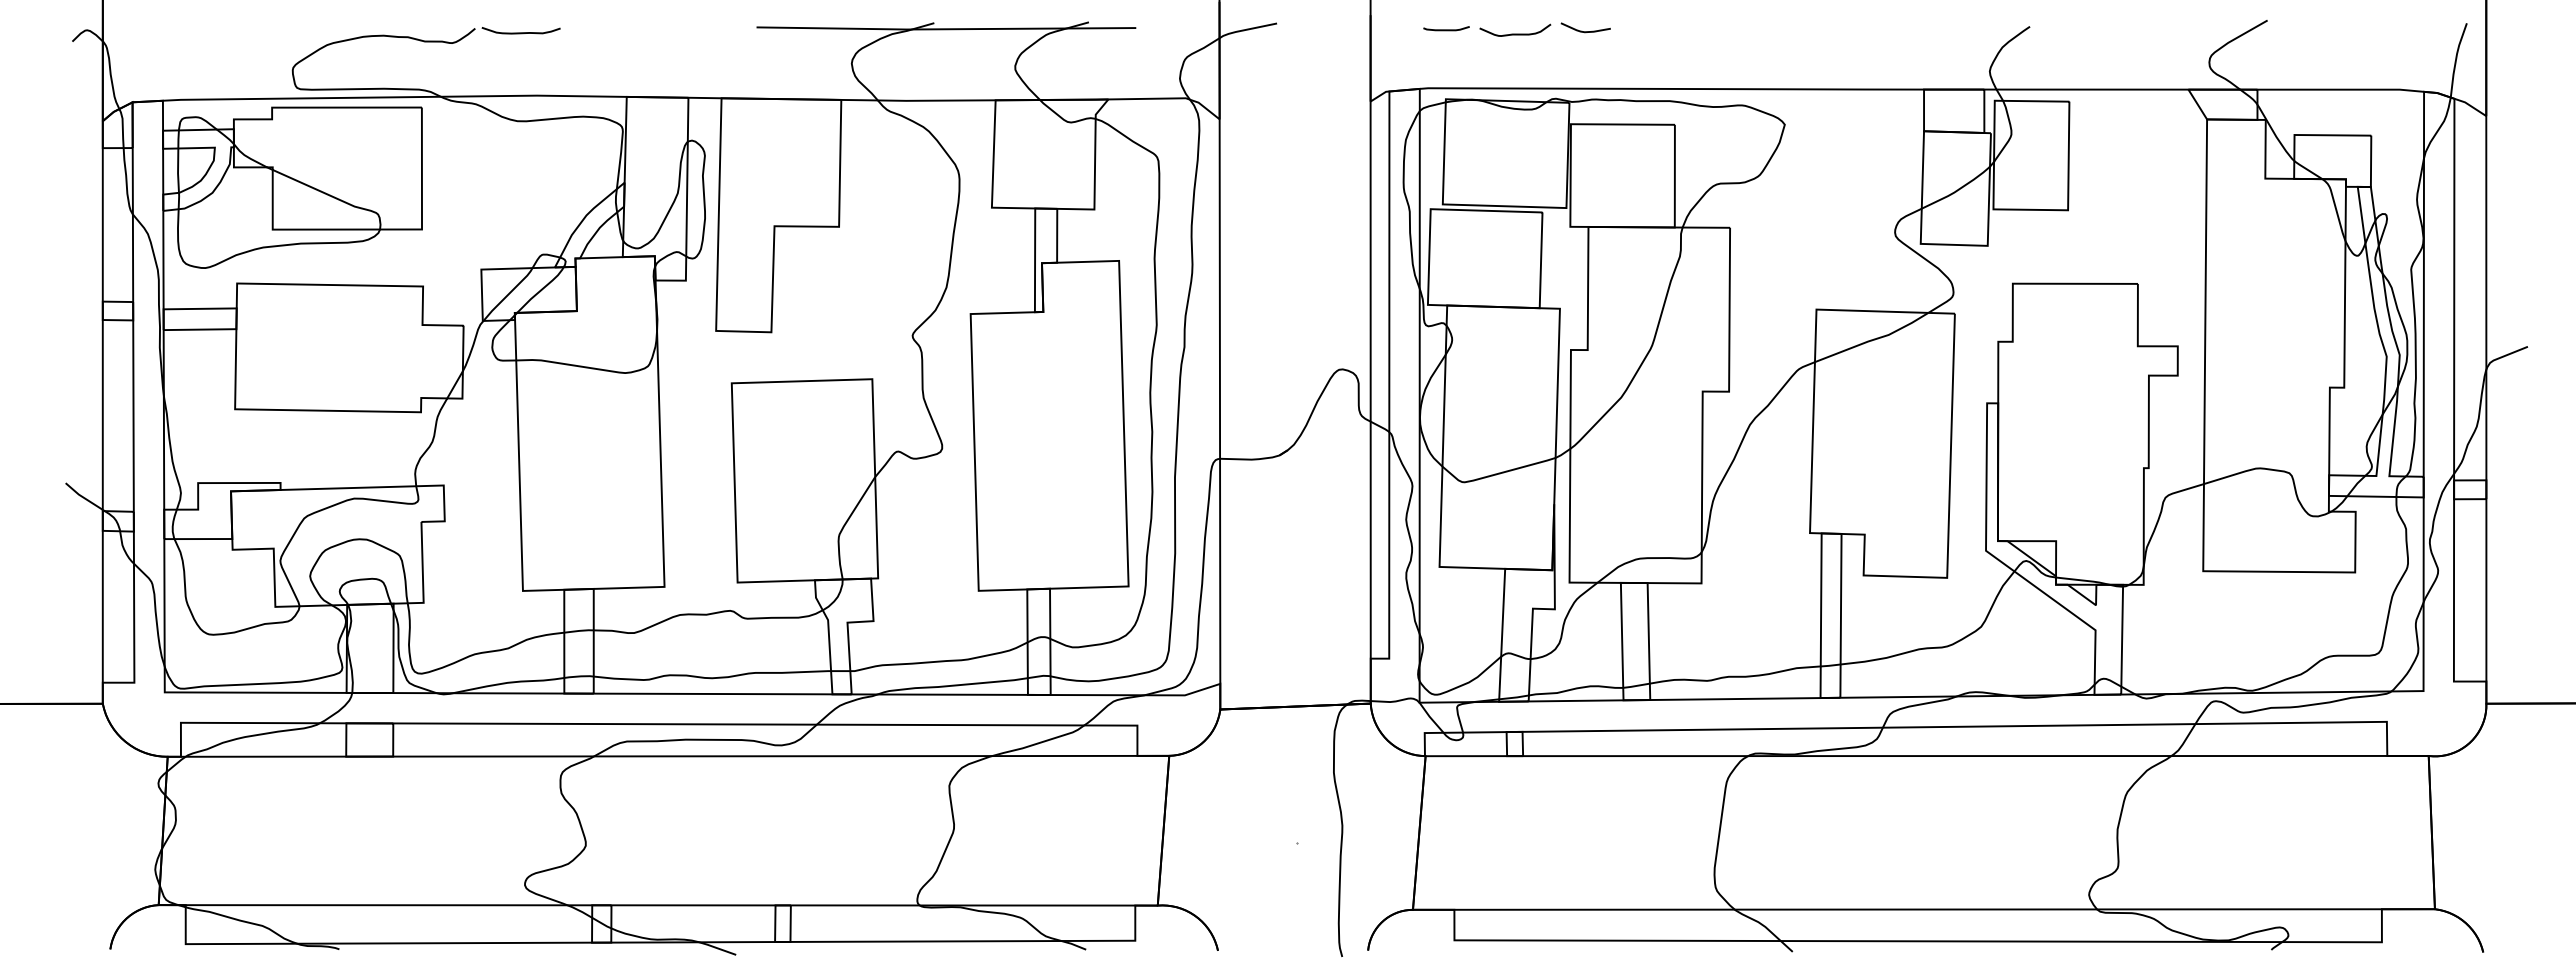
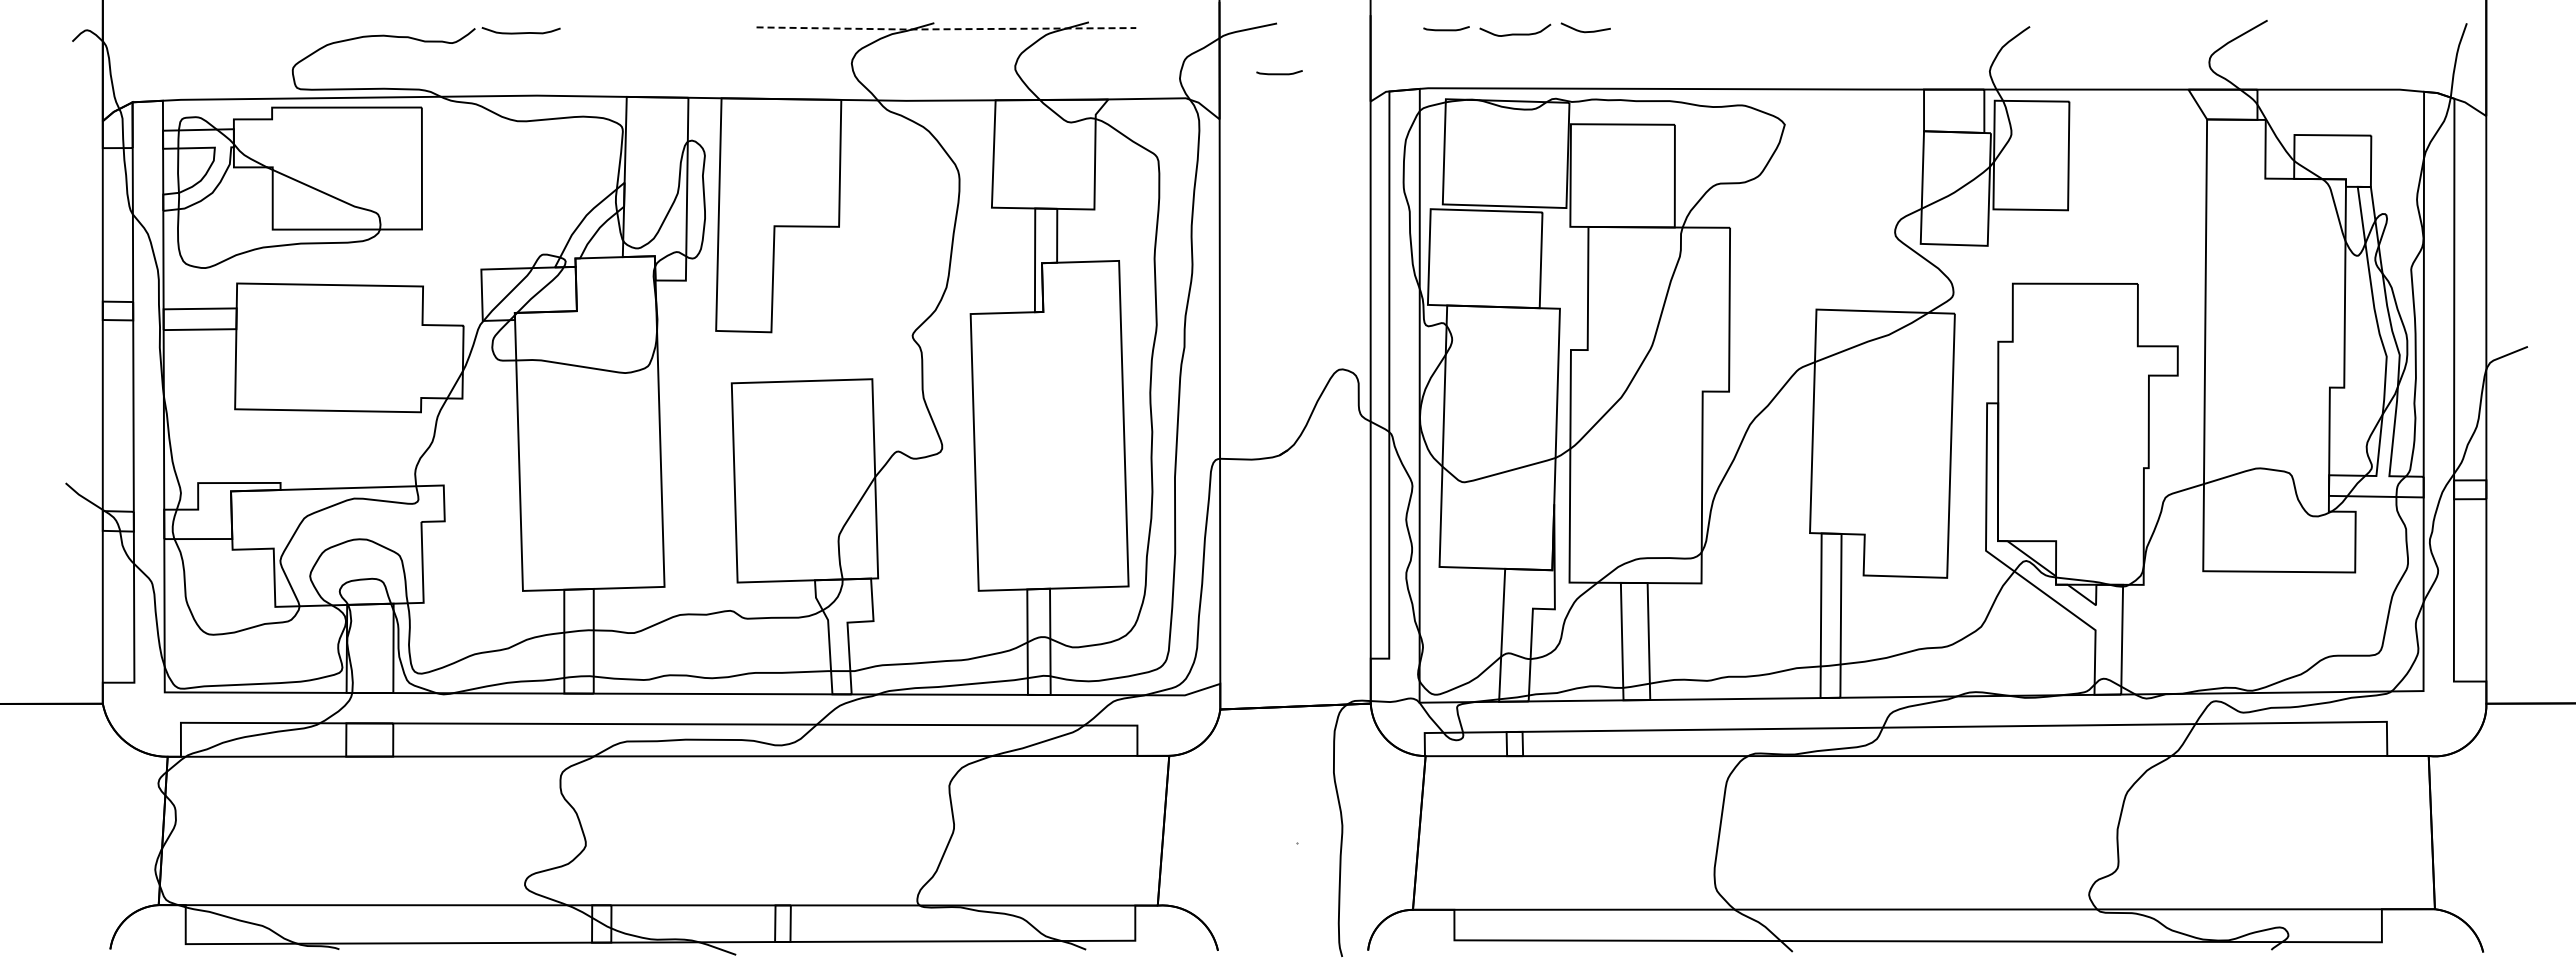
line at (946, 29): solid -> dashed
curve at (1279, 73): none -> present
